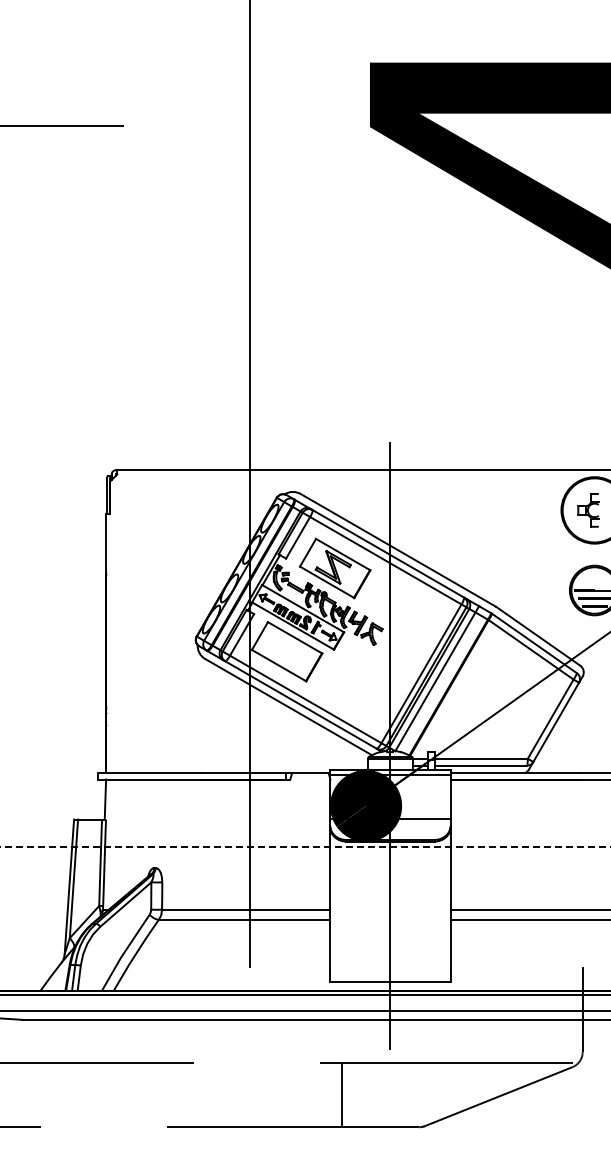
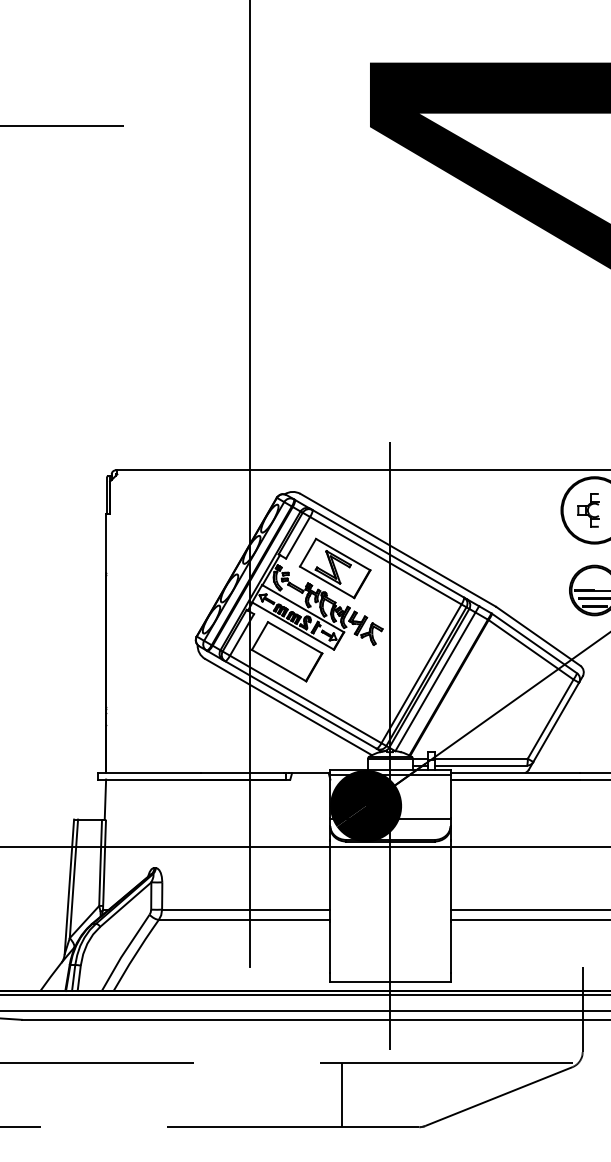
line at (305, 846): dashed -> solid
